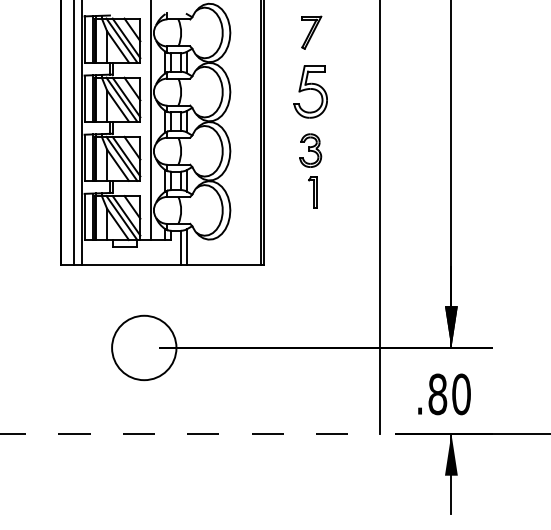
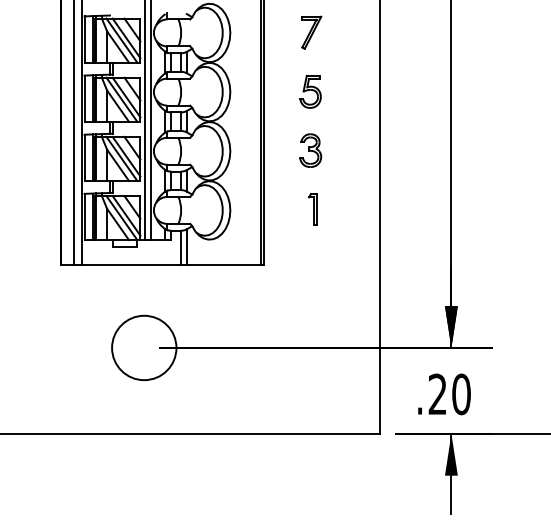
part at (310, 91) size: 35x54 px -> 23x35 px
line at (145, 121): none -> present
part at (312, 192) position: (312, 192) -> (312, 209)
text at (437, 394): .80 -> .20
line at (190, 433): dashed -> solid
